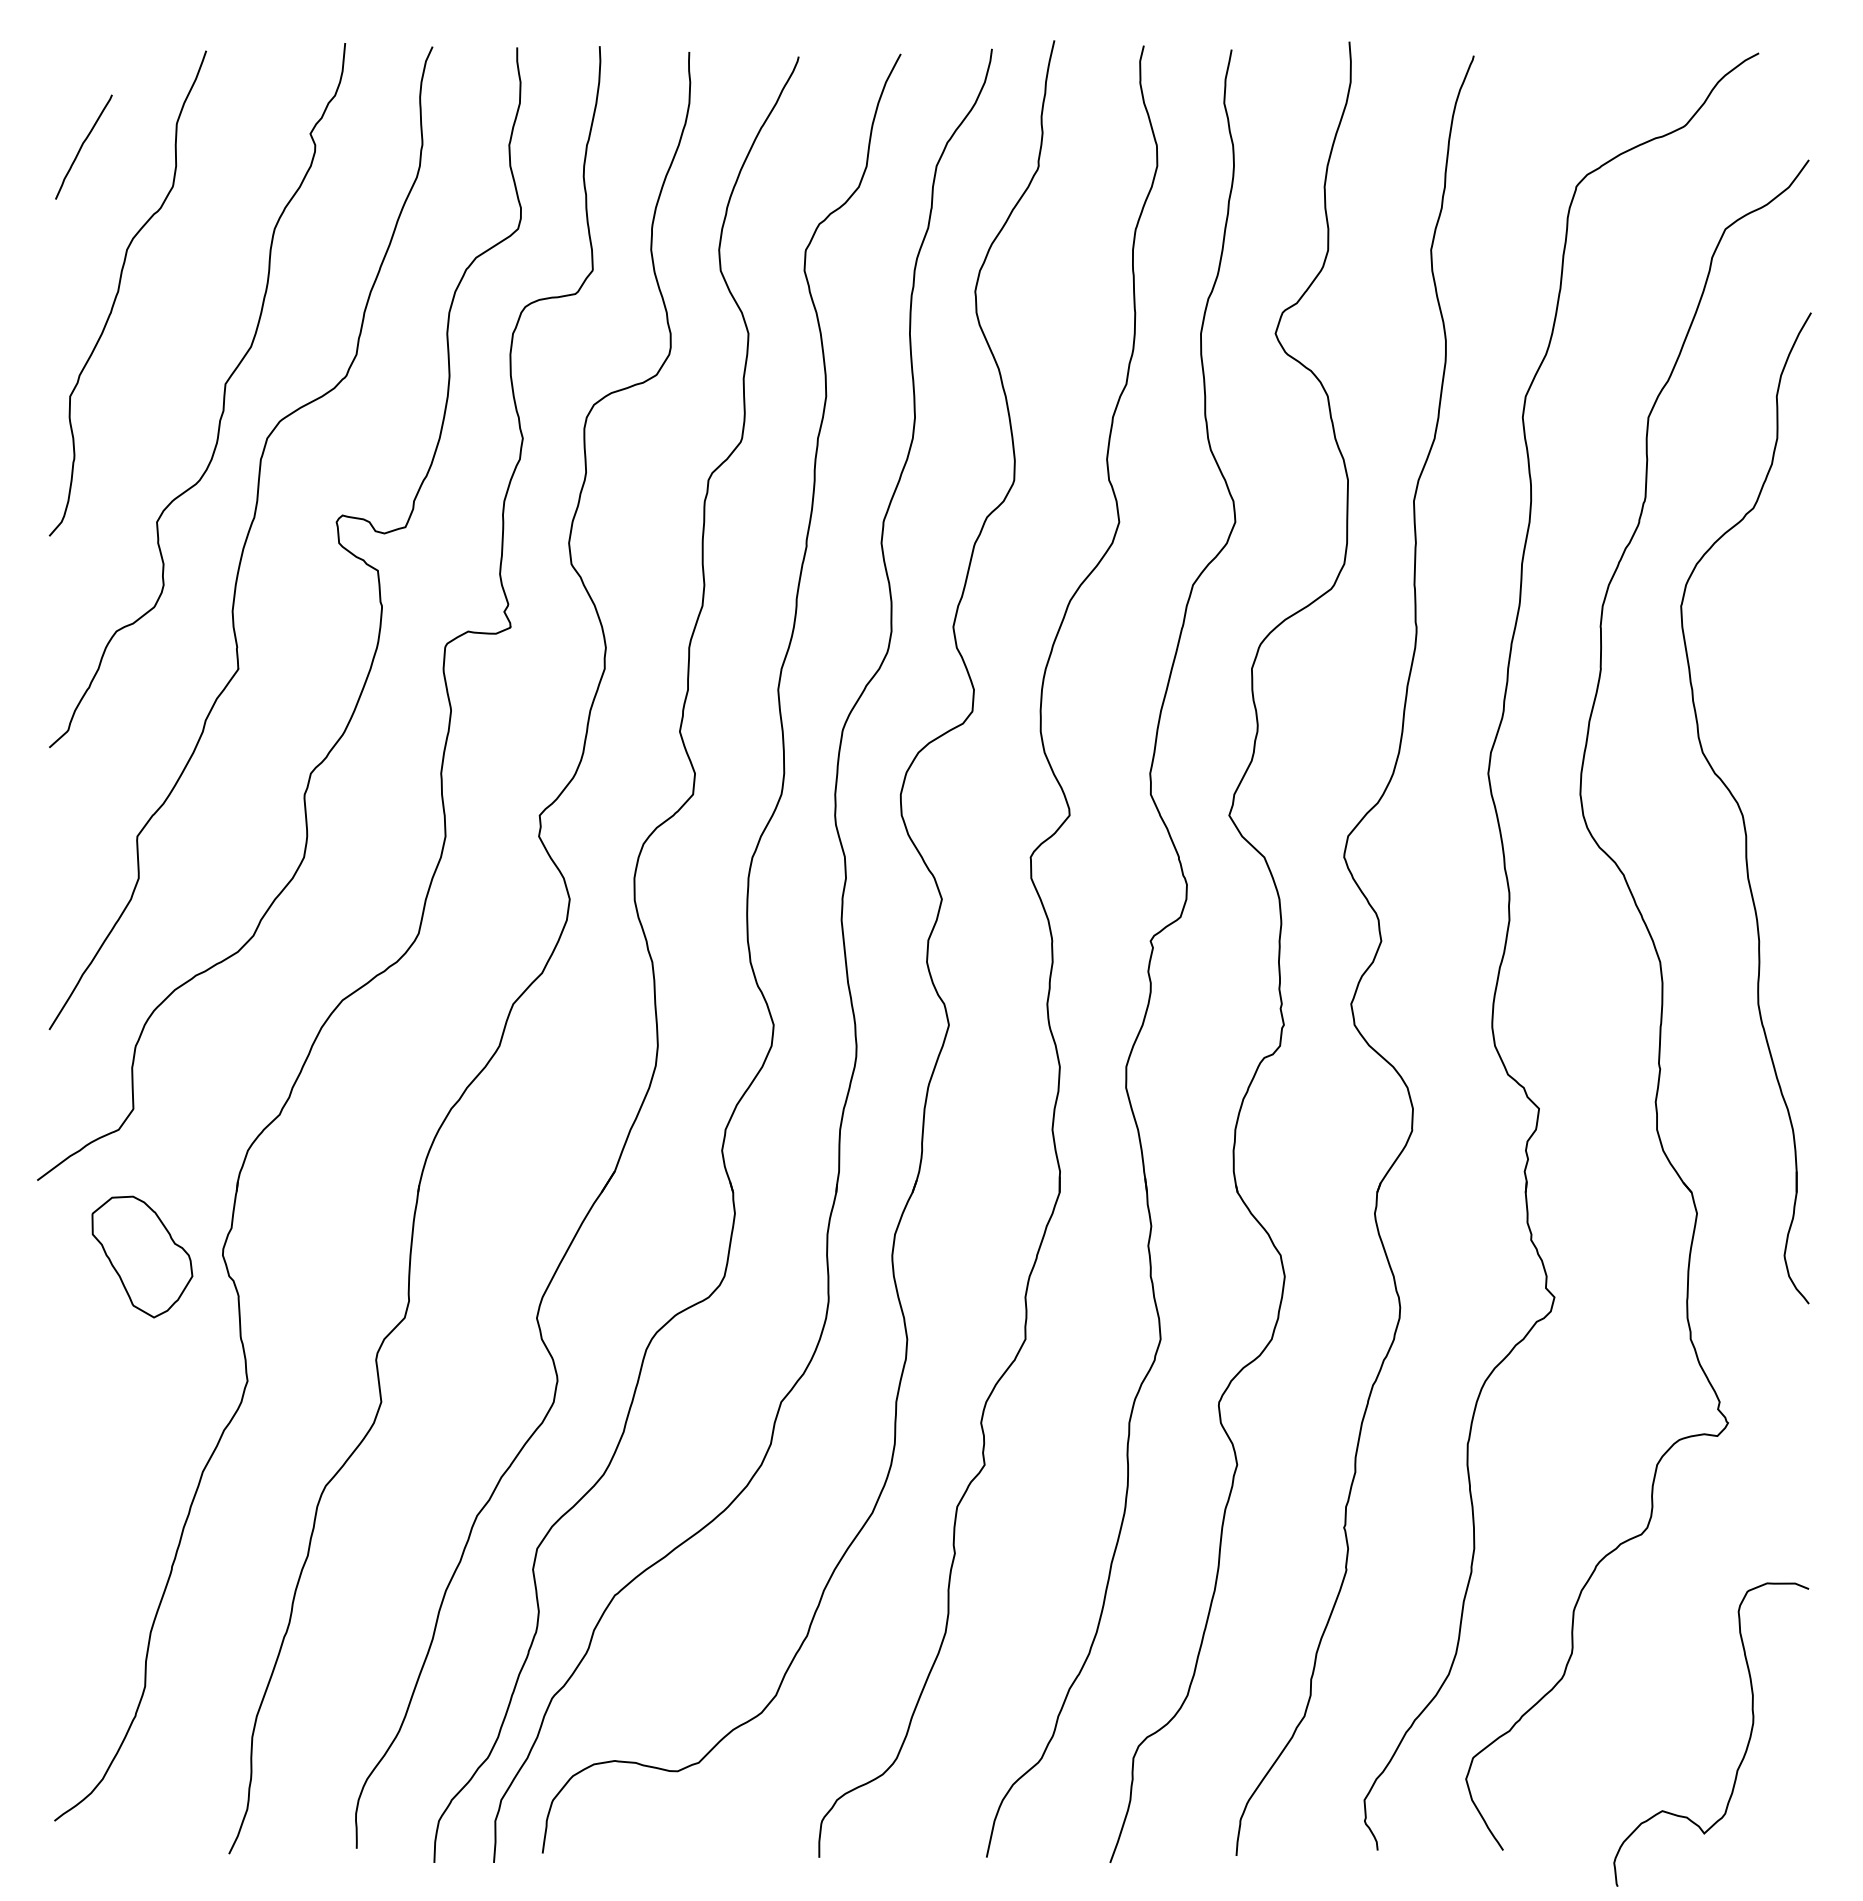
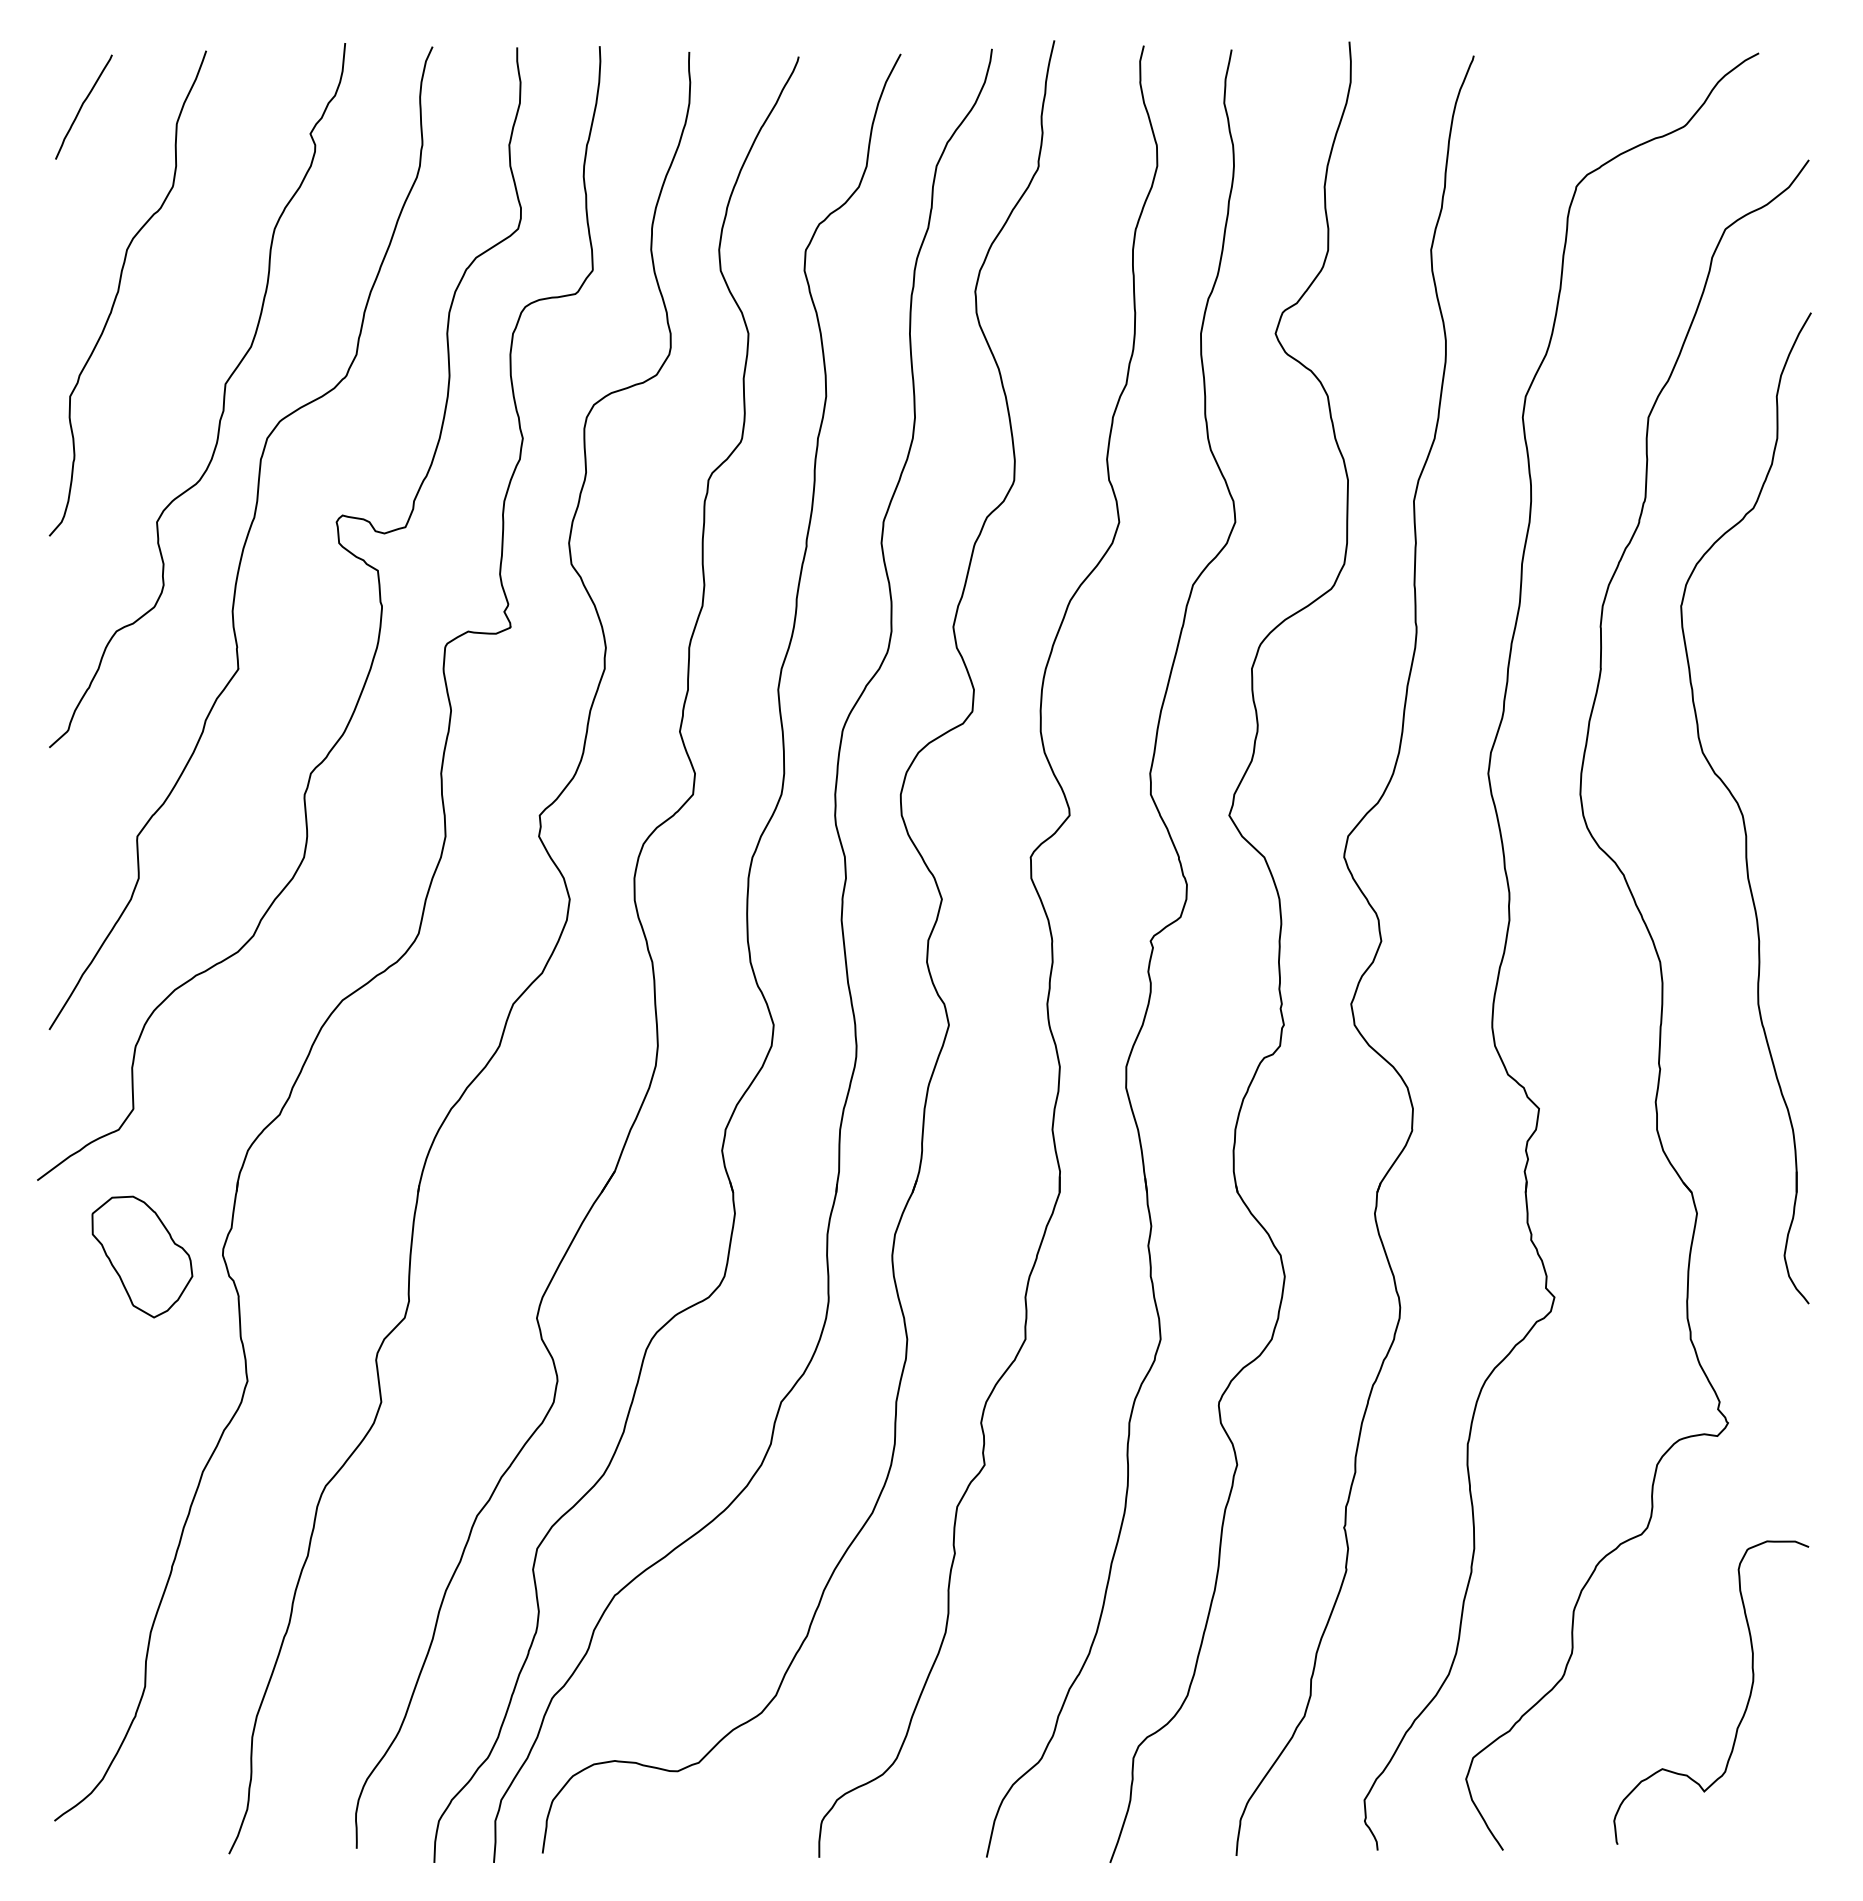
curve at (83, 145) position: (83, 145) -> (83, 105)
curve at (1747, 1742) position: (1747, 1742) -> (1747, 1700)
